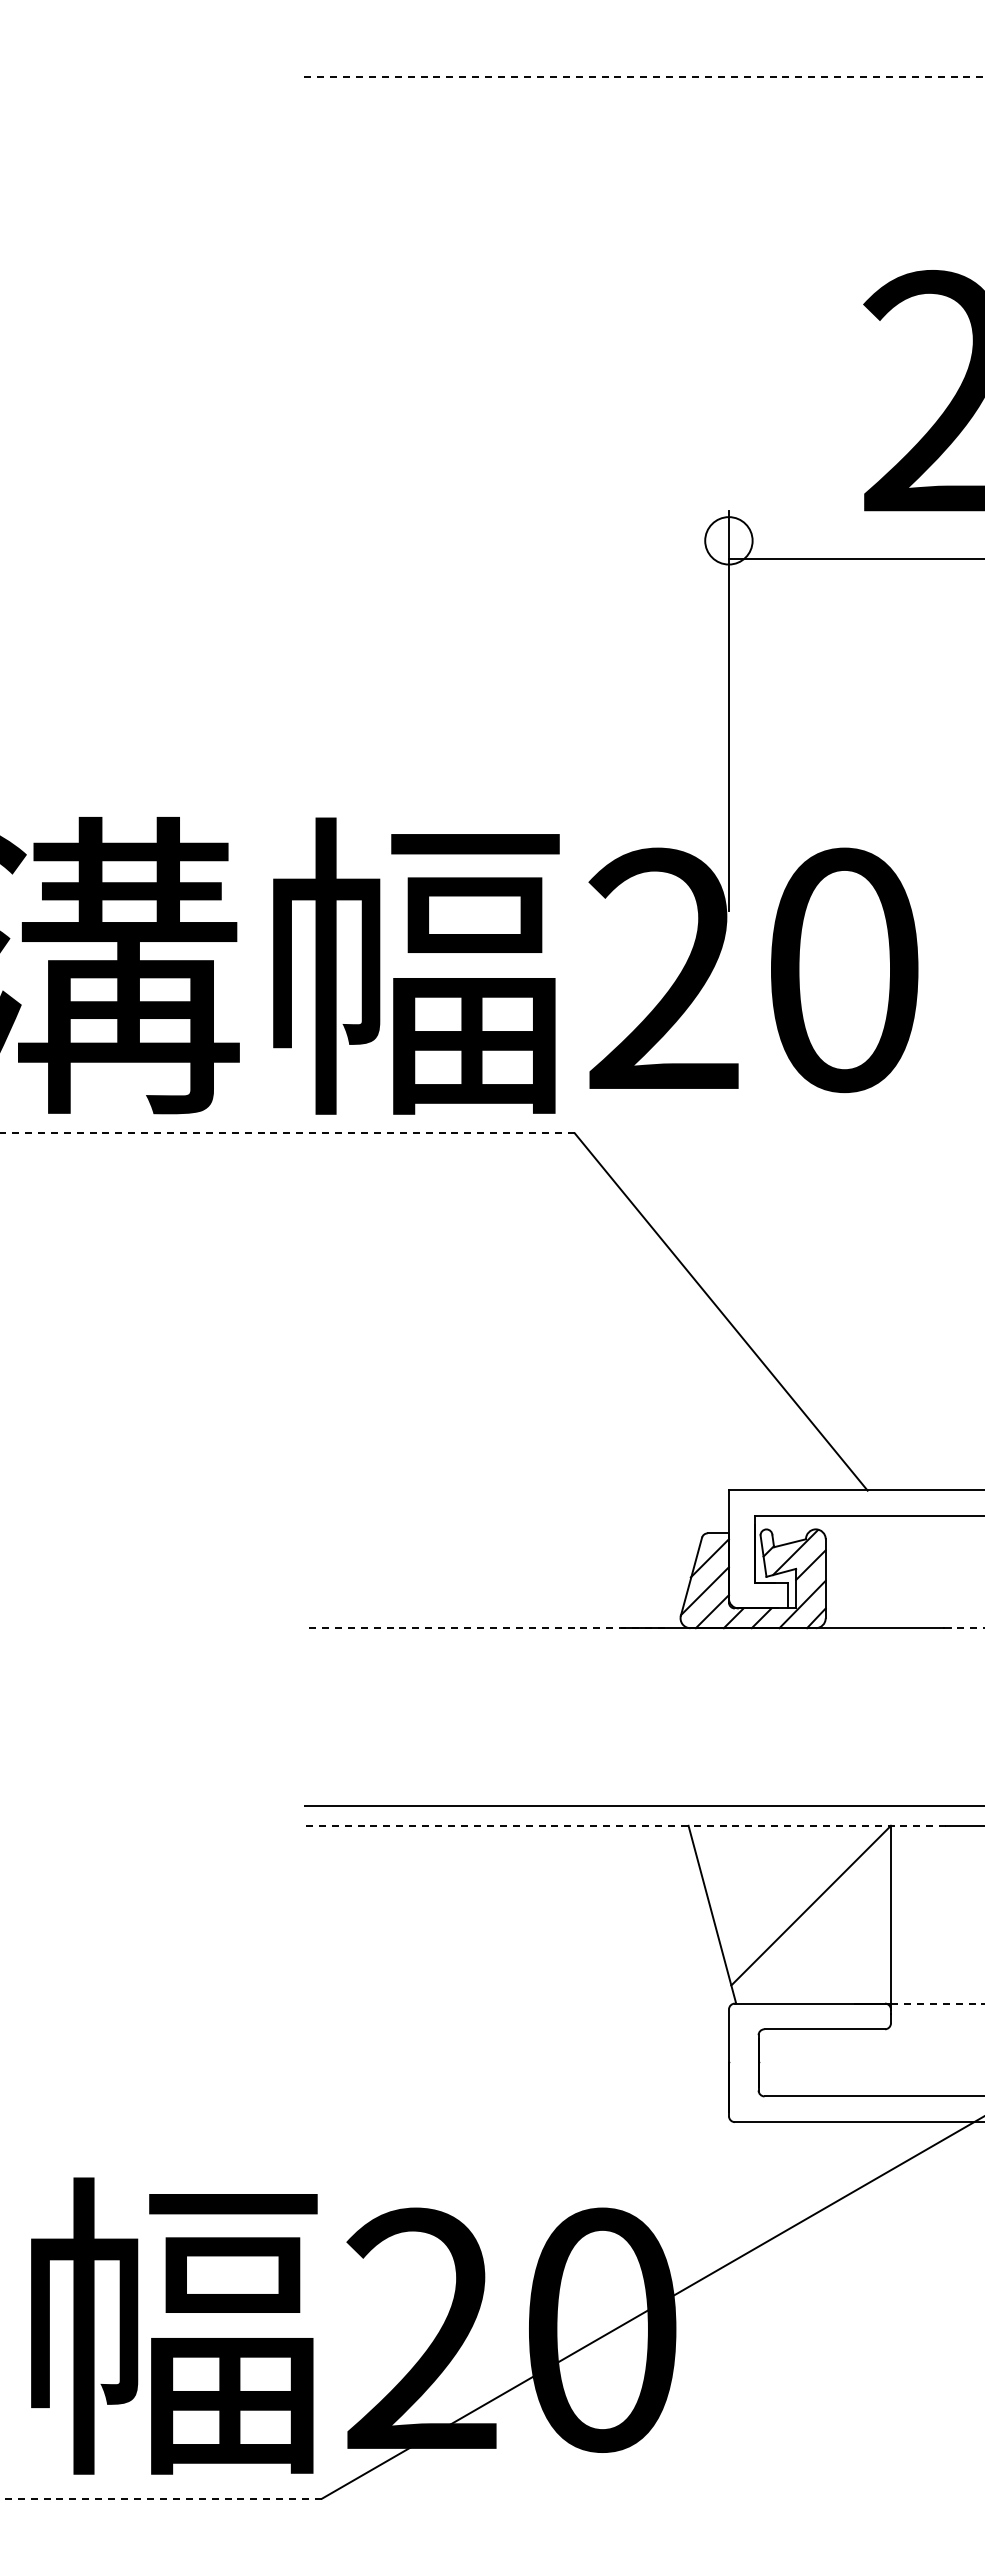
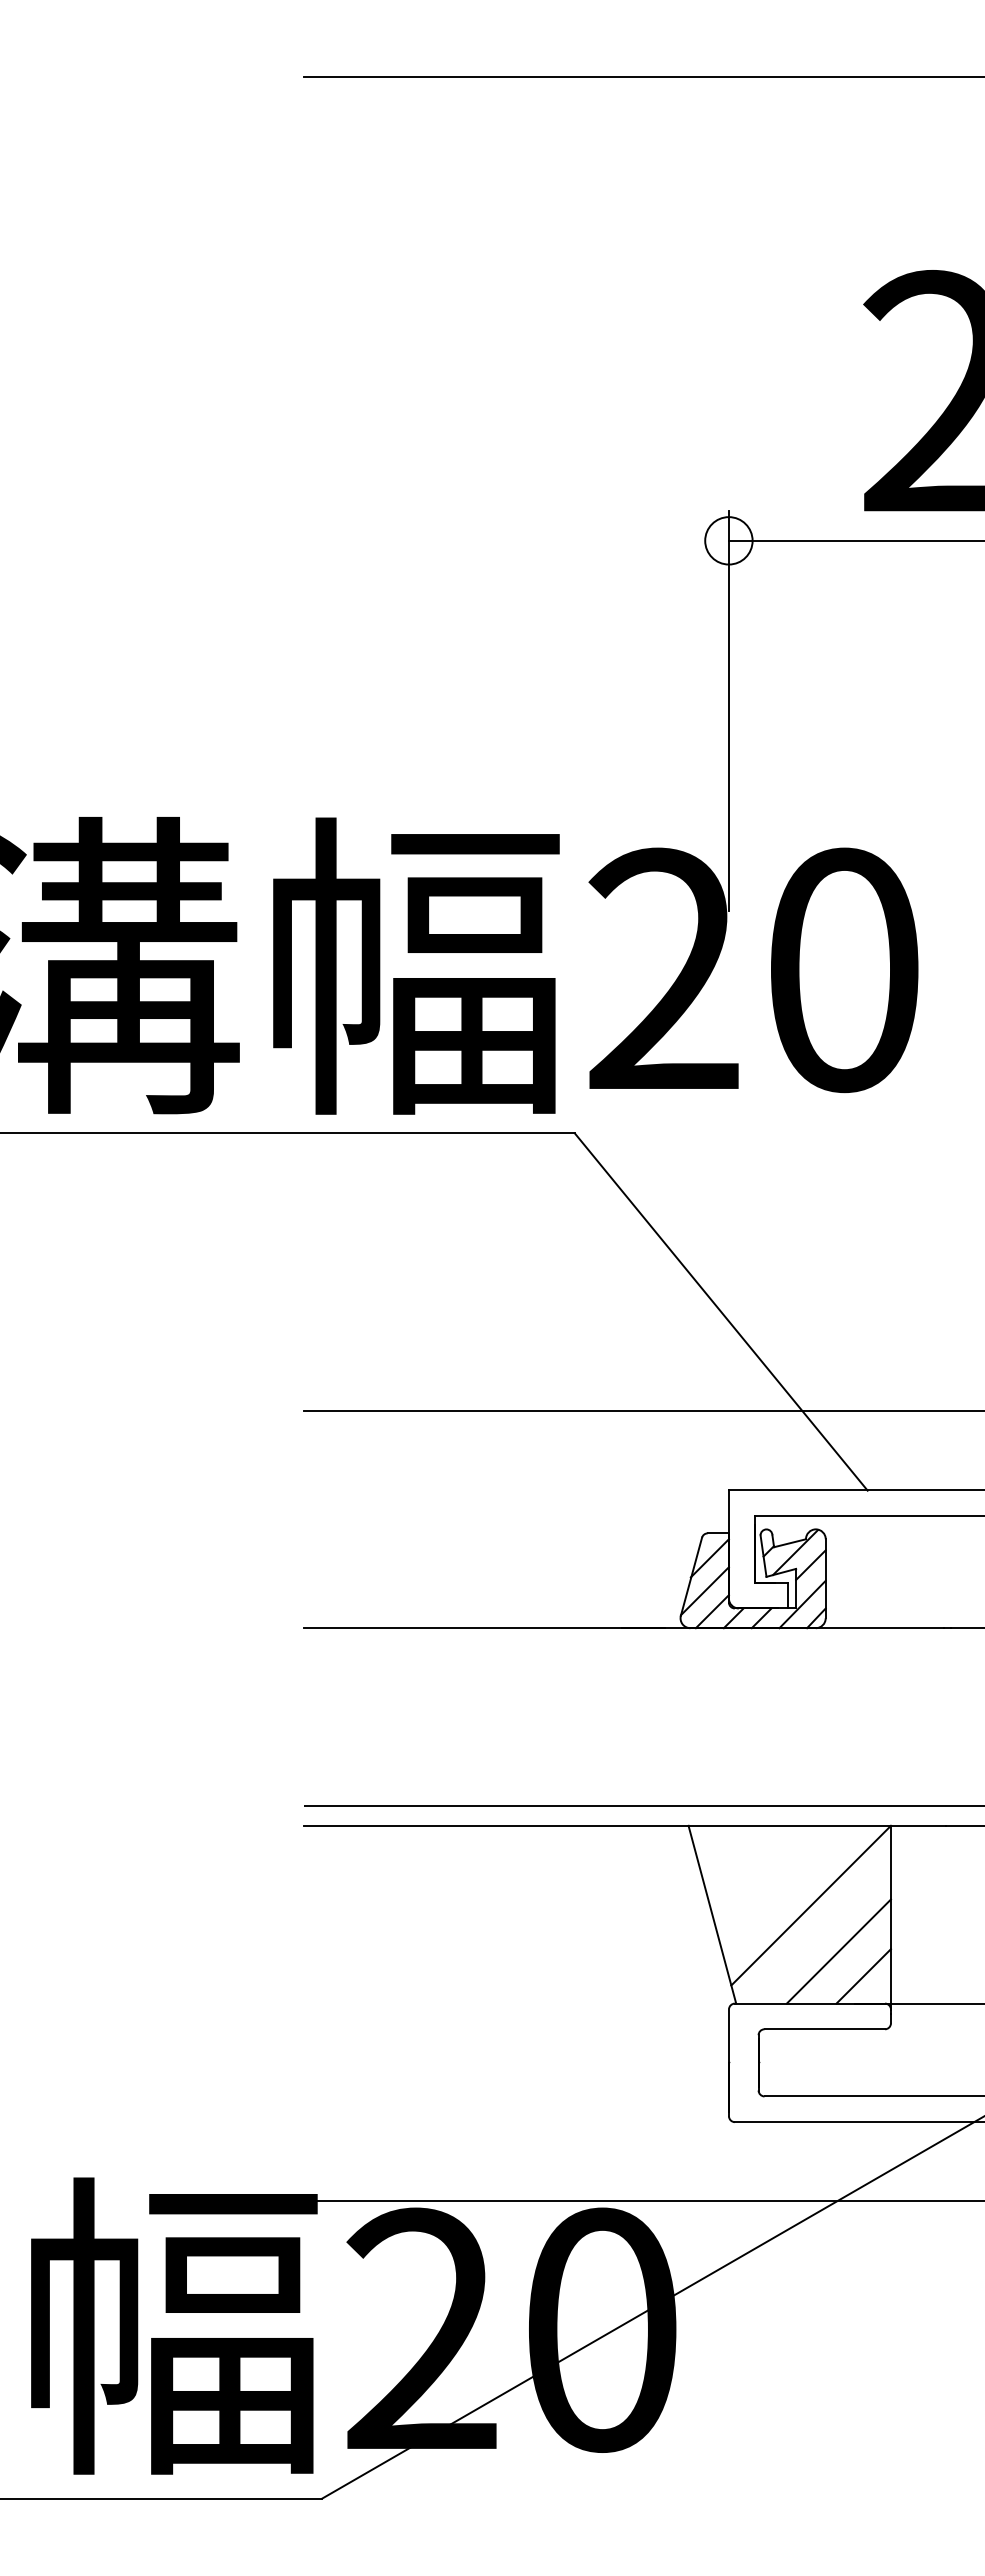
line at (644, 77): dashed -> solid
line at (854, 558) position: (854, 558) -> (854, 540)
line at (287, 1133): dashed -> solid
line at (642, 1410): none -> present
line at (484, 1628): dashed -> solid
line at (967, 1628): dashed -> solid
line at (624, 1825): dashed -> solid
line at (838, 1951): none -> present
line at (863, 1976): none -> present
line at (937, 2003): dashed -> solid
line at (642, 2201): none -> present
line at (161, 2498): dashed -> solid
